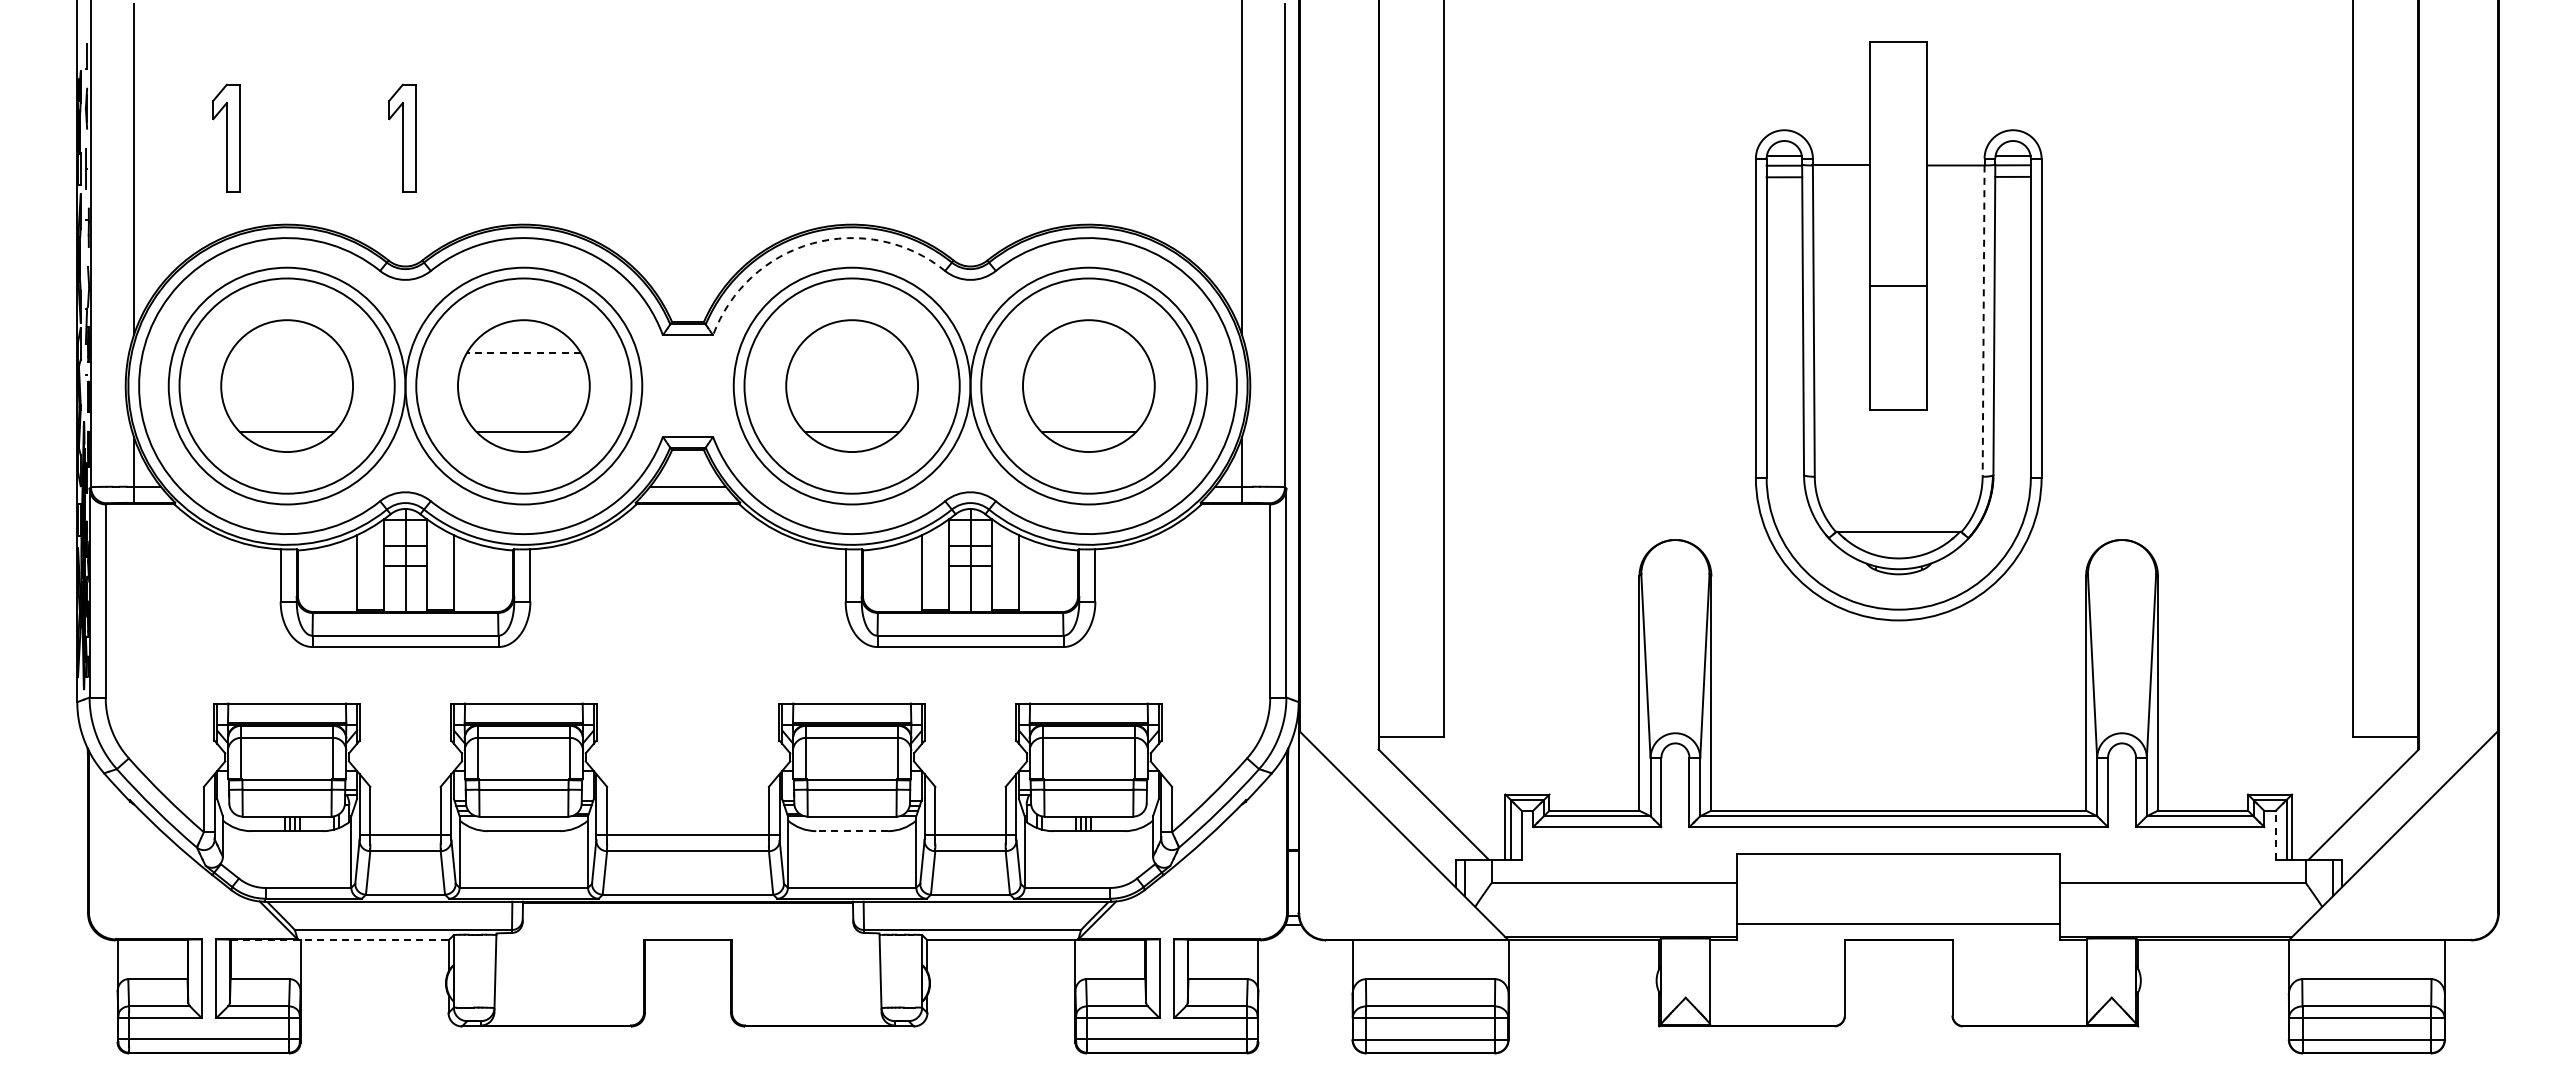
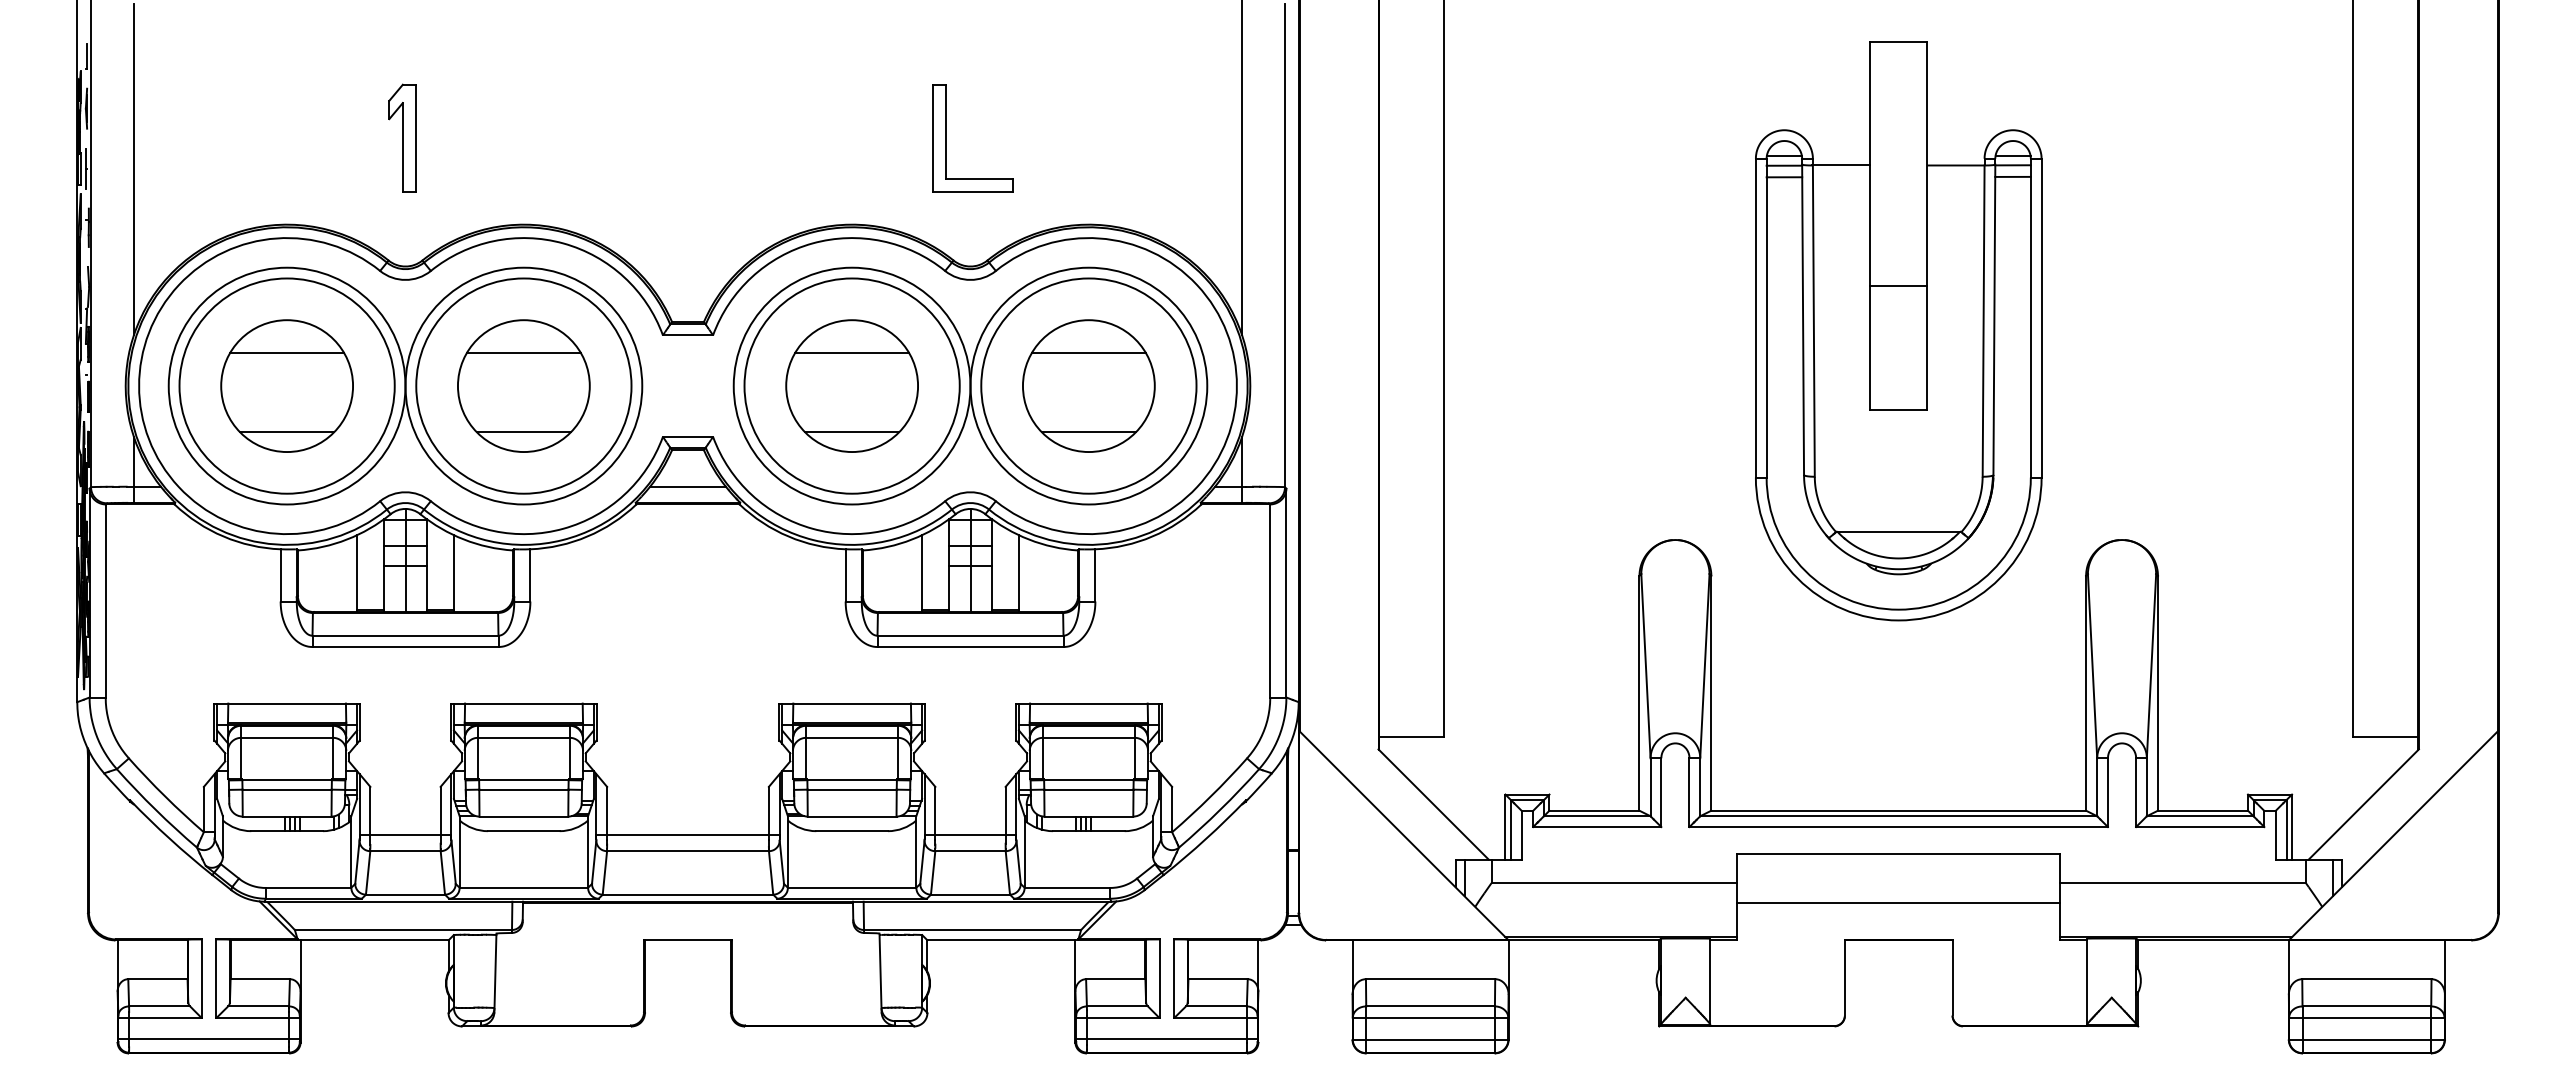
part at (226, 137): present -> none
part at (946, 138): none -> present
arc at (812, 243): dashed -> solid
line at (1983, 321): dashed -> solid
line at (286, 353): none -> present
line at (523, 353): dashed -> solid
line at (851, 353): none -> present
line at (1088, 353): none -> present
line at (852, 831): dashed -> solid
line at (2275, 834): dashed -> solid
line at (1898, 923) position: (1898, 923) -> (1898, 902)
line at (339, 940): dashed -> solid
